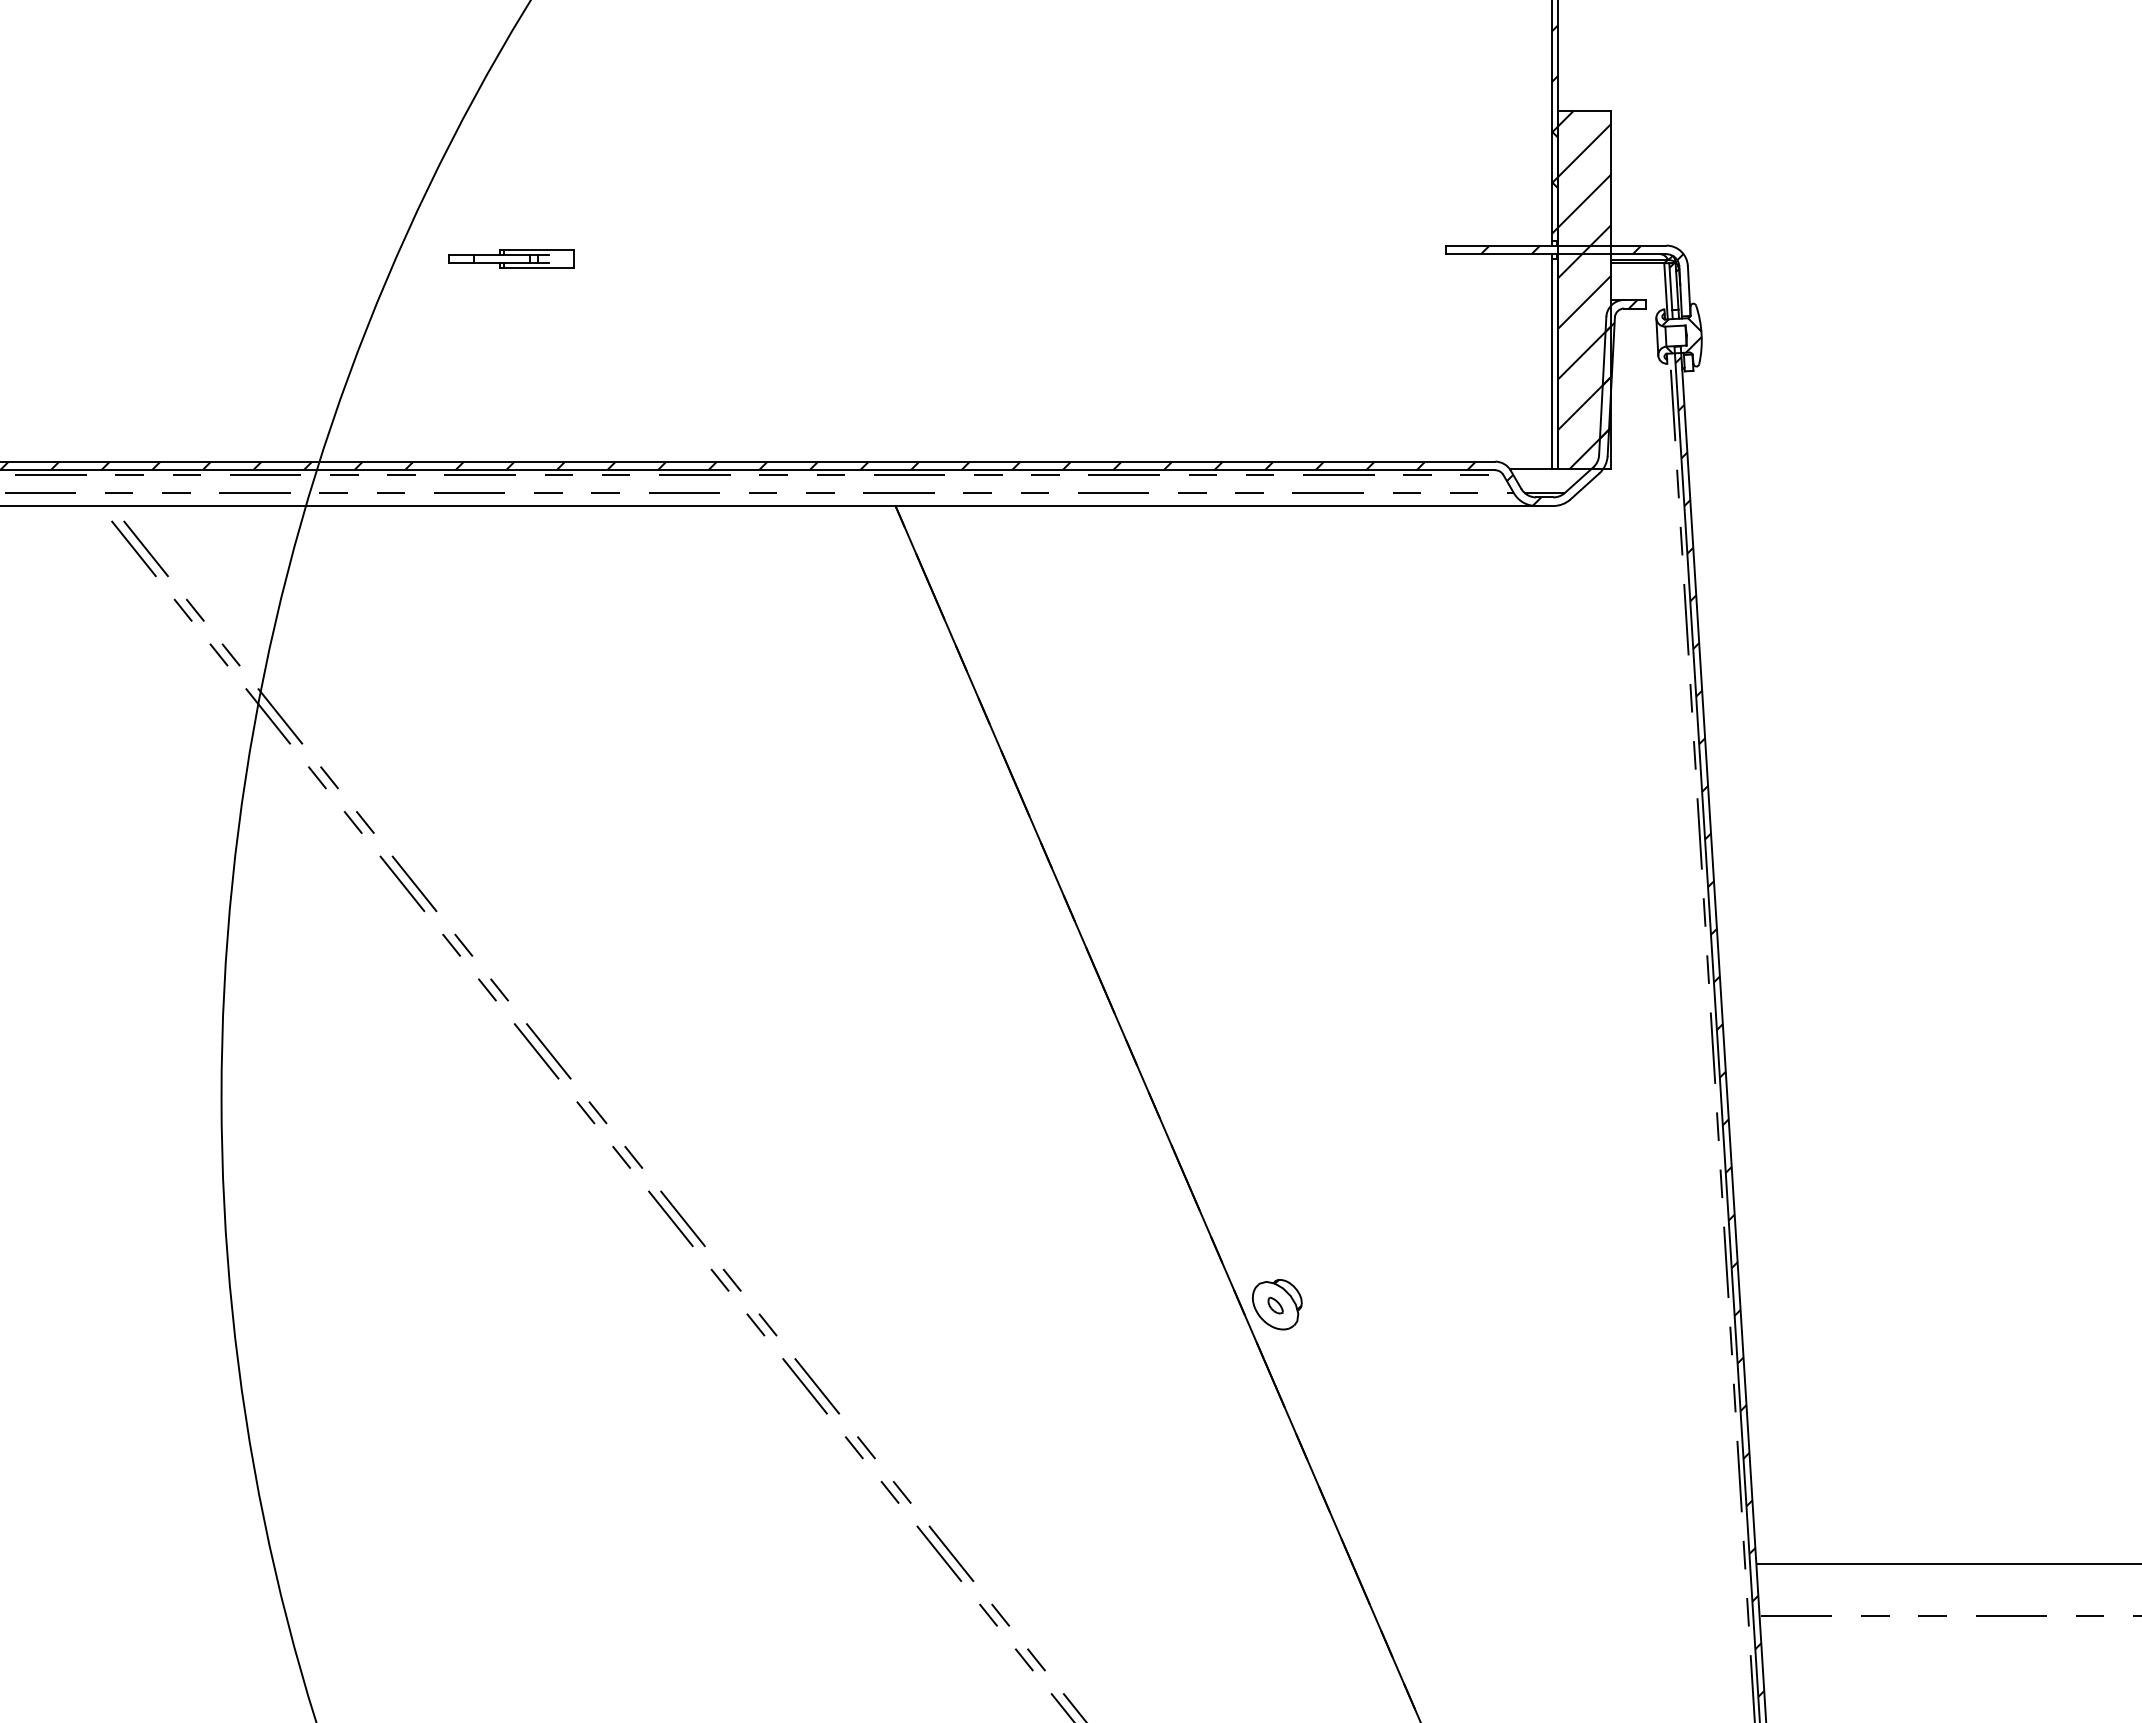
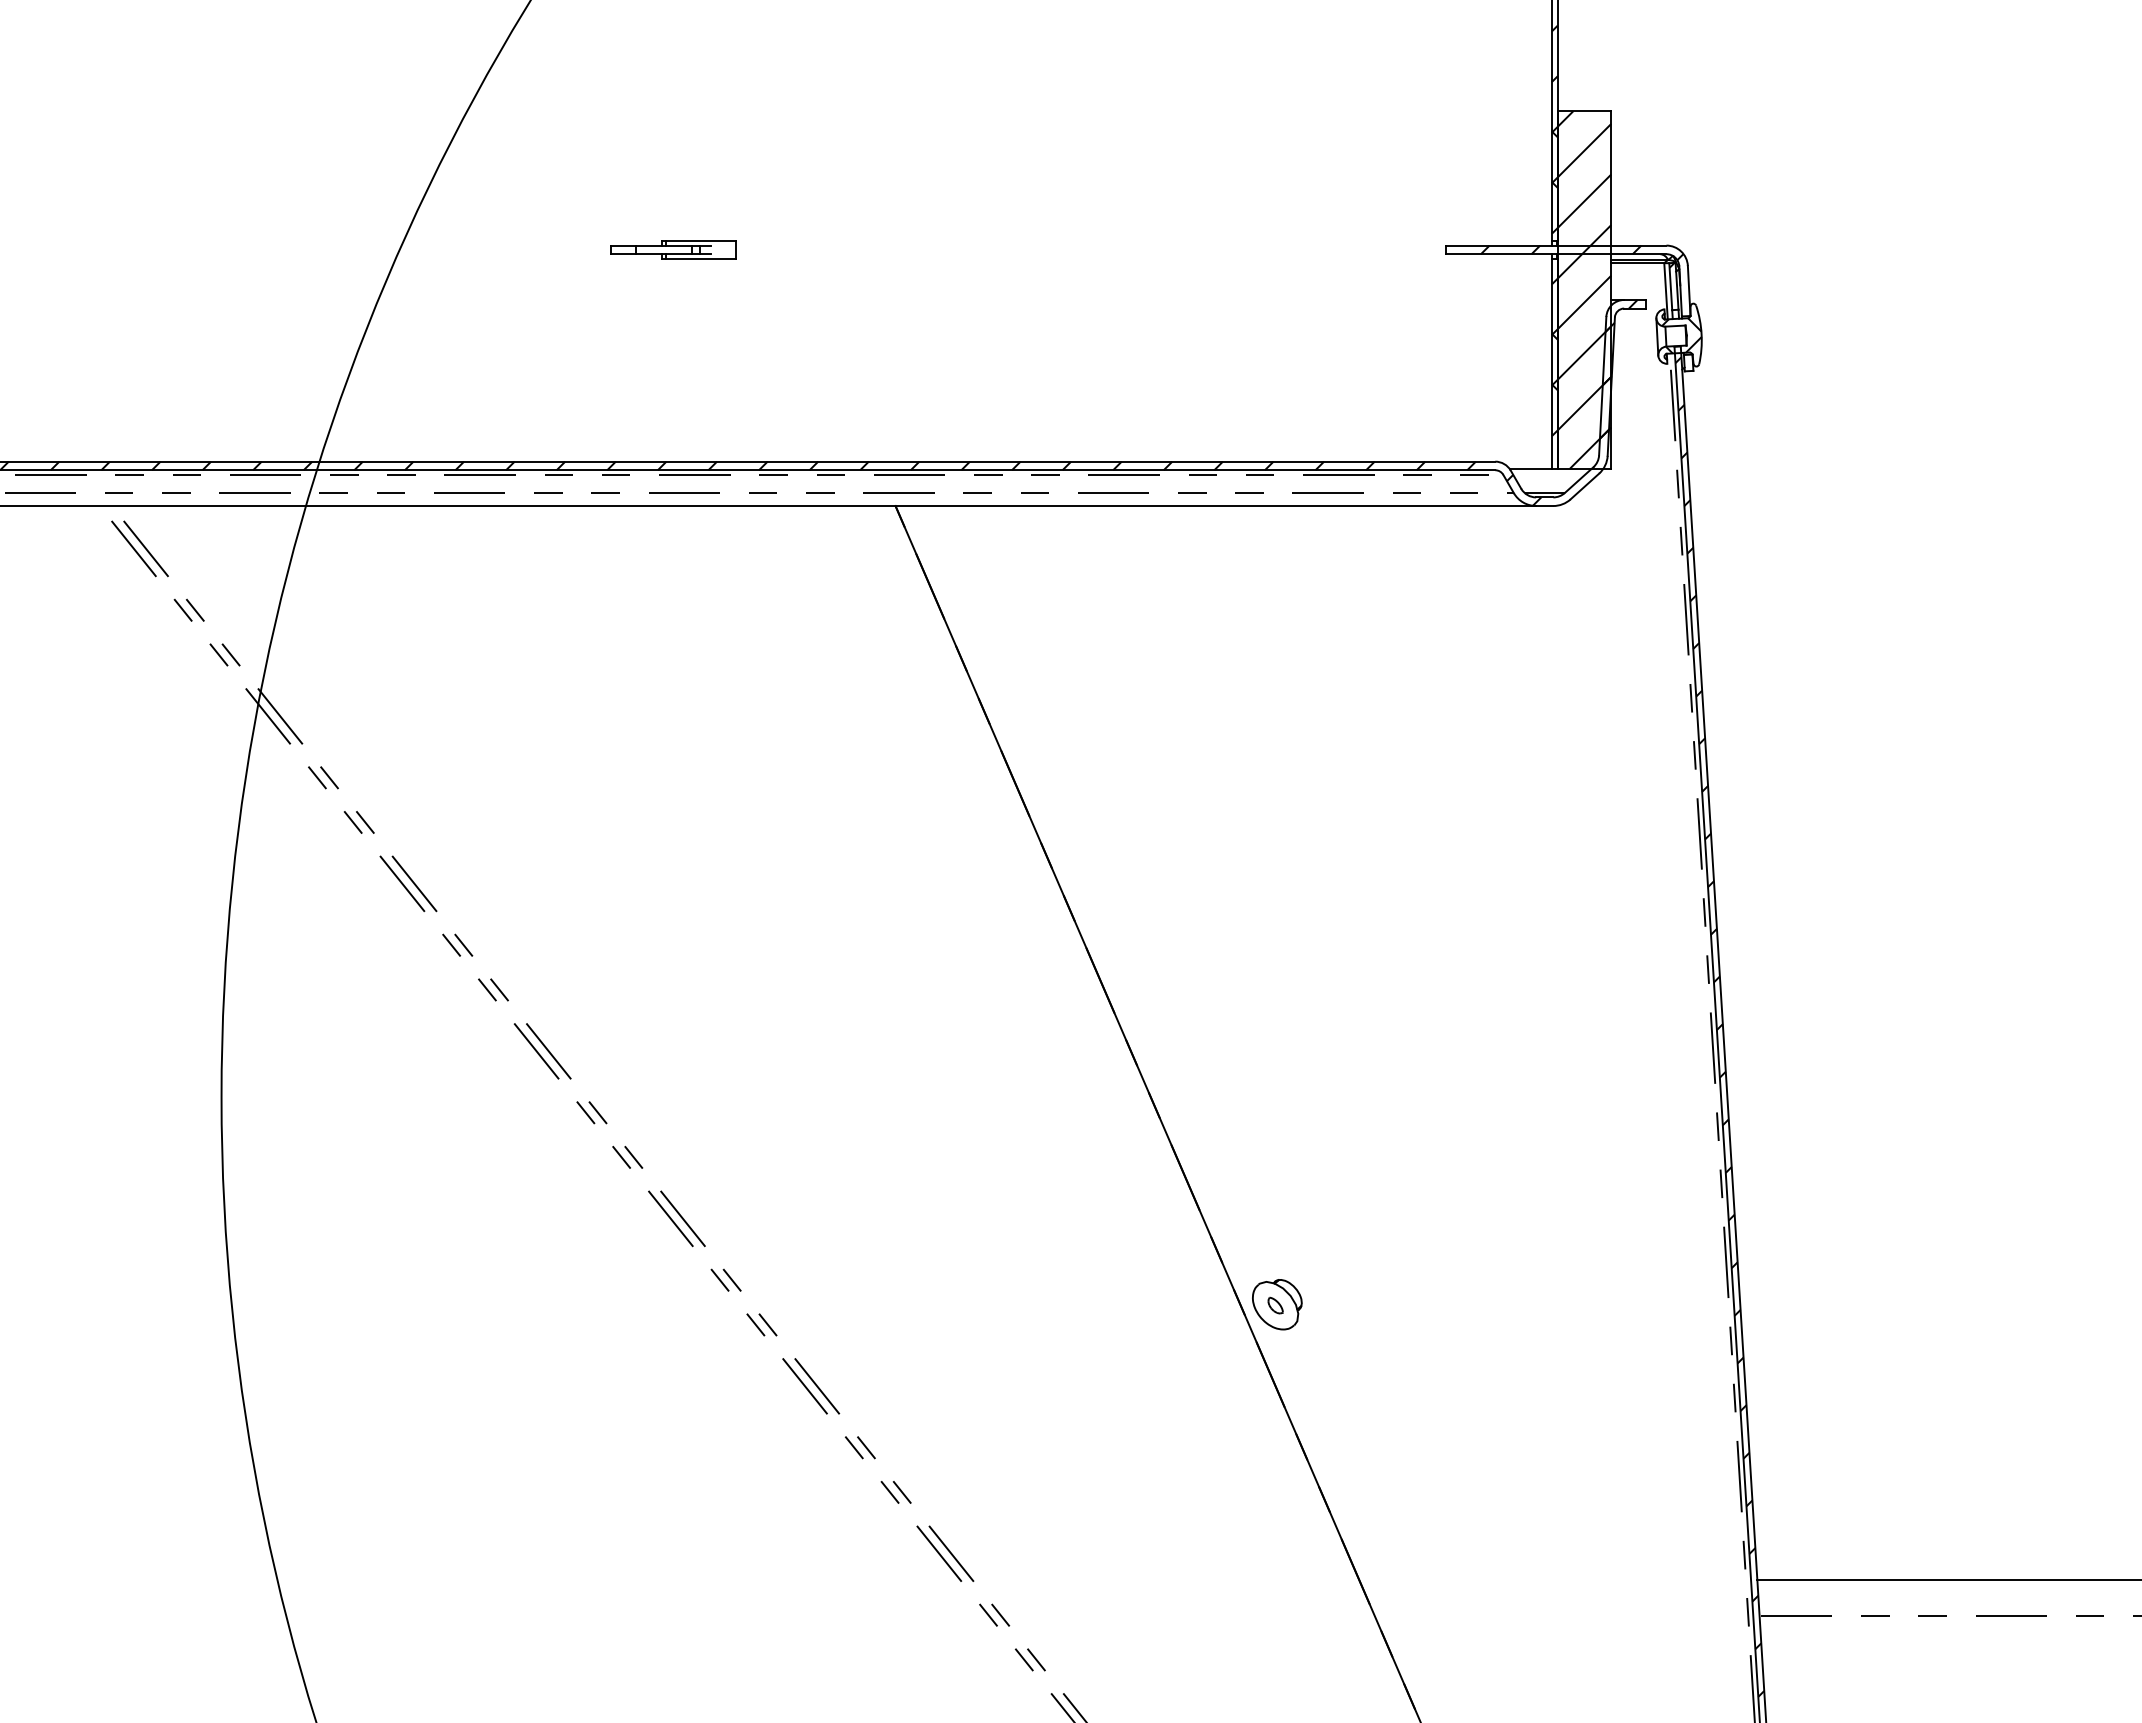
part at (511, 258) position: (511, 258) -> (673, 249)
hatch at (1554, 357): none -> present
line at (1947, 1563) position: (1947, 1563) -> (1947, 1579)
